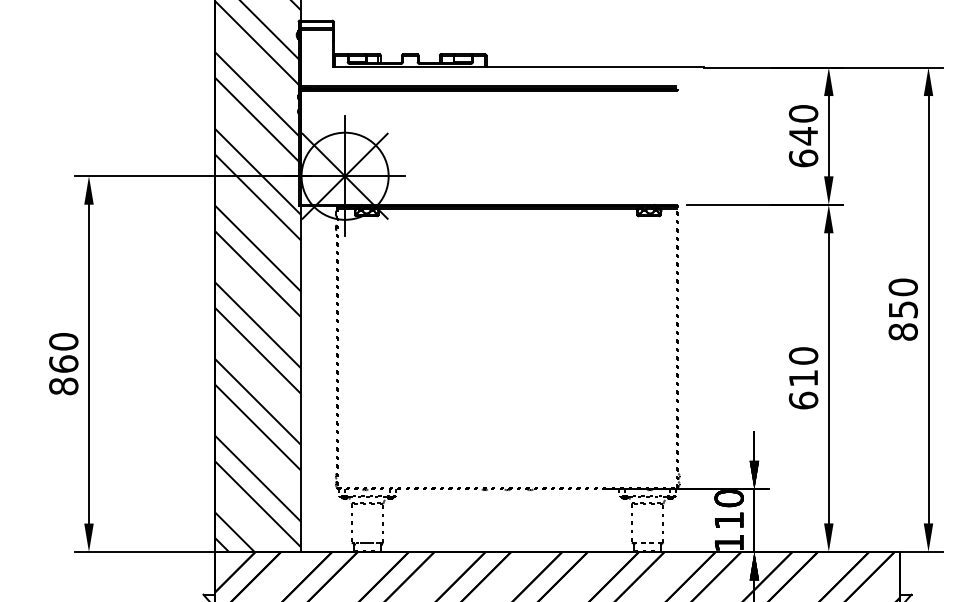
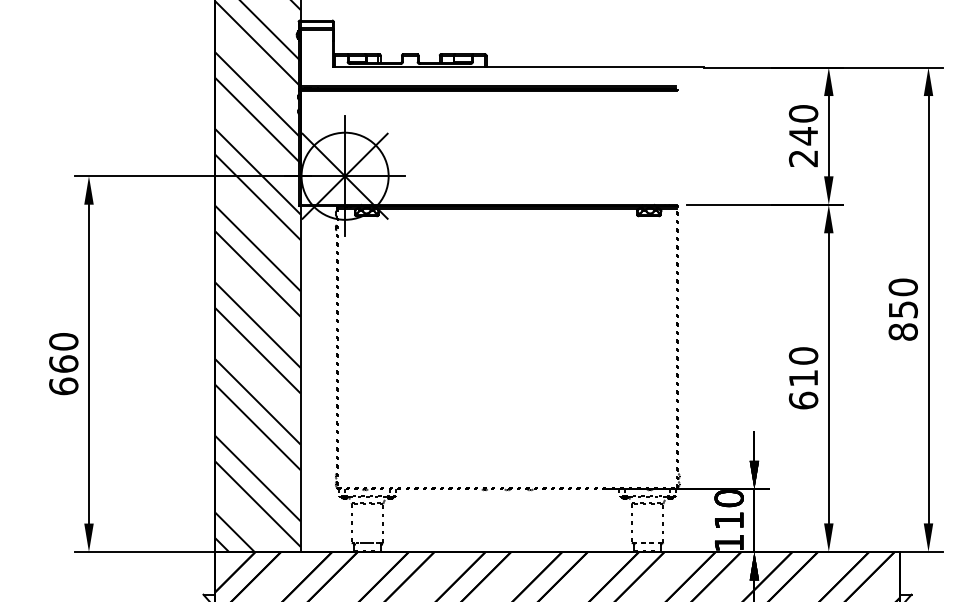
text at (803, 158): 640 -> 240
text at (63, 386): 860 -> 660
